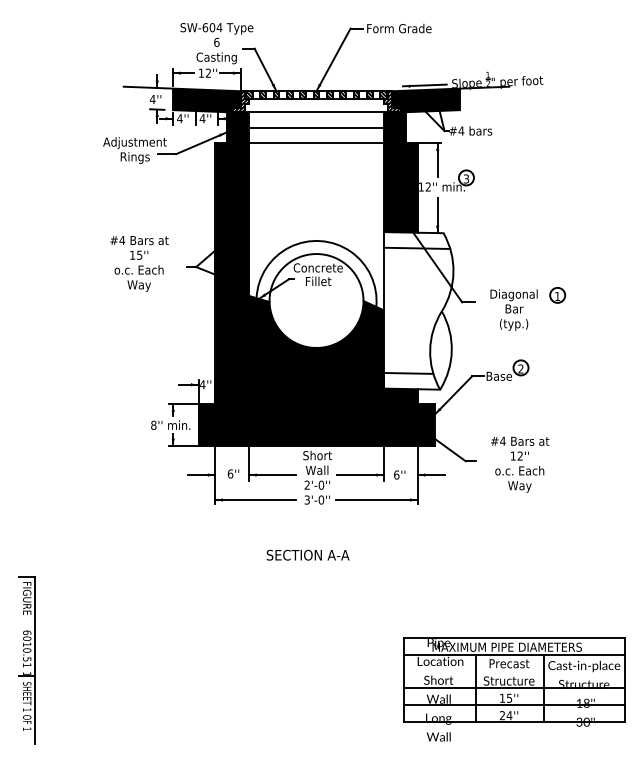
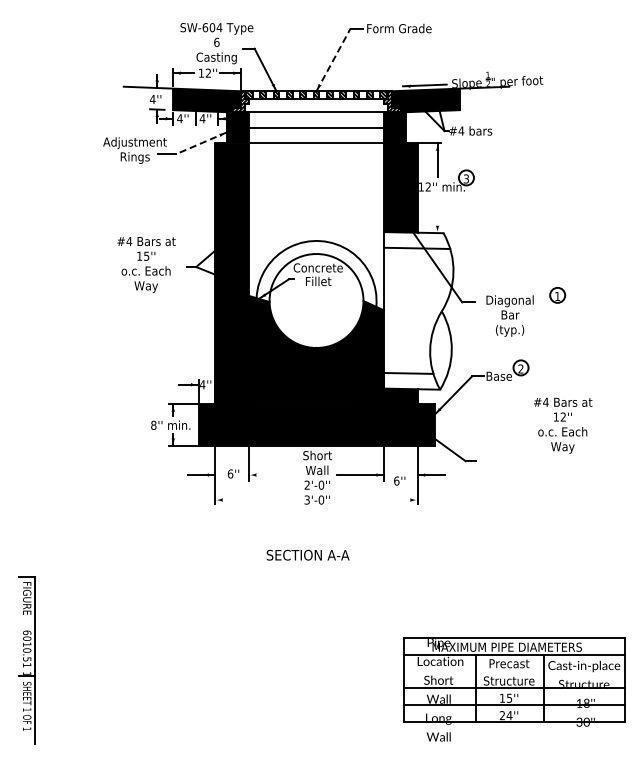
line at (333, 59): solid -> dashed
line at (200, 143): solid -> dashed
line at (437, 215): present -> none
text at (139, 263) position: (139, 263) -> (146, 264)
text at (513, 309) position: (513, 309) -> (509, 315)
text at (520, 464) position: (520, 464) -> (563, 425)
text at (399, 474) position: (399, 474) -> (399, 480)
line at (272, 475): present -> none
line at (255, 500): present -> none
line at (376, 500): present -> none
